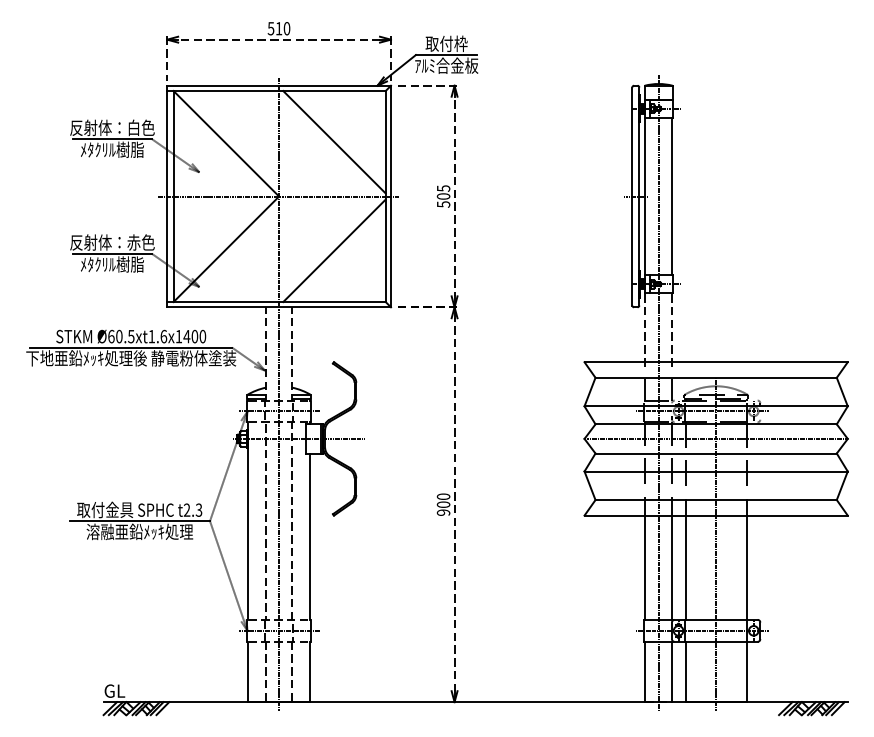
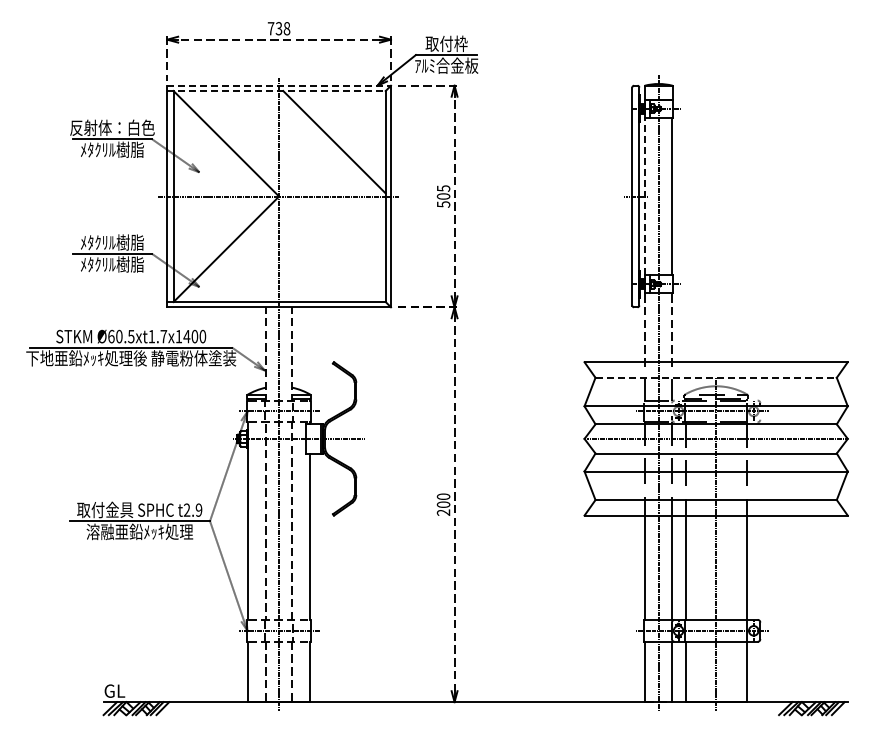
text at (278, 28): 510 -> 738
line at (279, 85): solid -> dashed
line at (276, 91): solid -> dashed
line at (645, 196): solid -> dashed
text at (112, 242): 反射体：赤色 -> ﾒﾀｸﾘﾙ樹脂
line at (334, 250): present -> none
text at (163, 336): Ø60.5xt1.6x1400 -> Ø60.5xt1.7x1400
line at (716, 377): solid -> dashed
text at (198, 509): t2.3 -> t2.9
text at (443, 512): 900 -> 200
